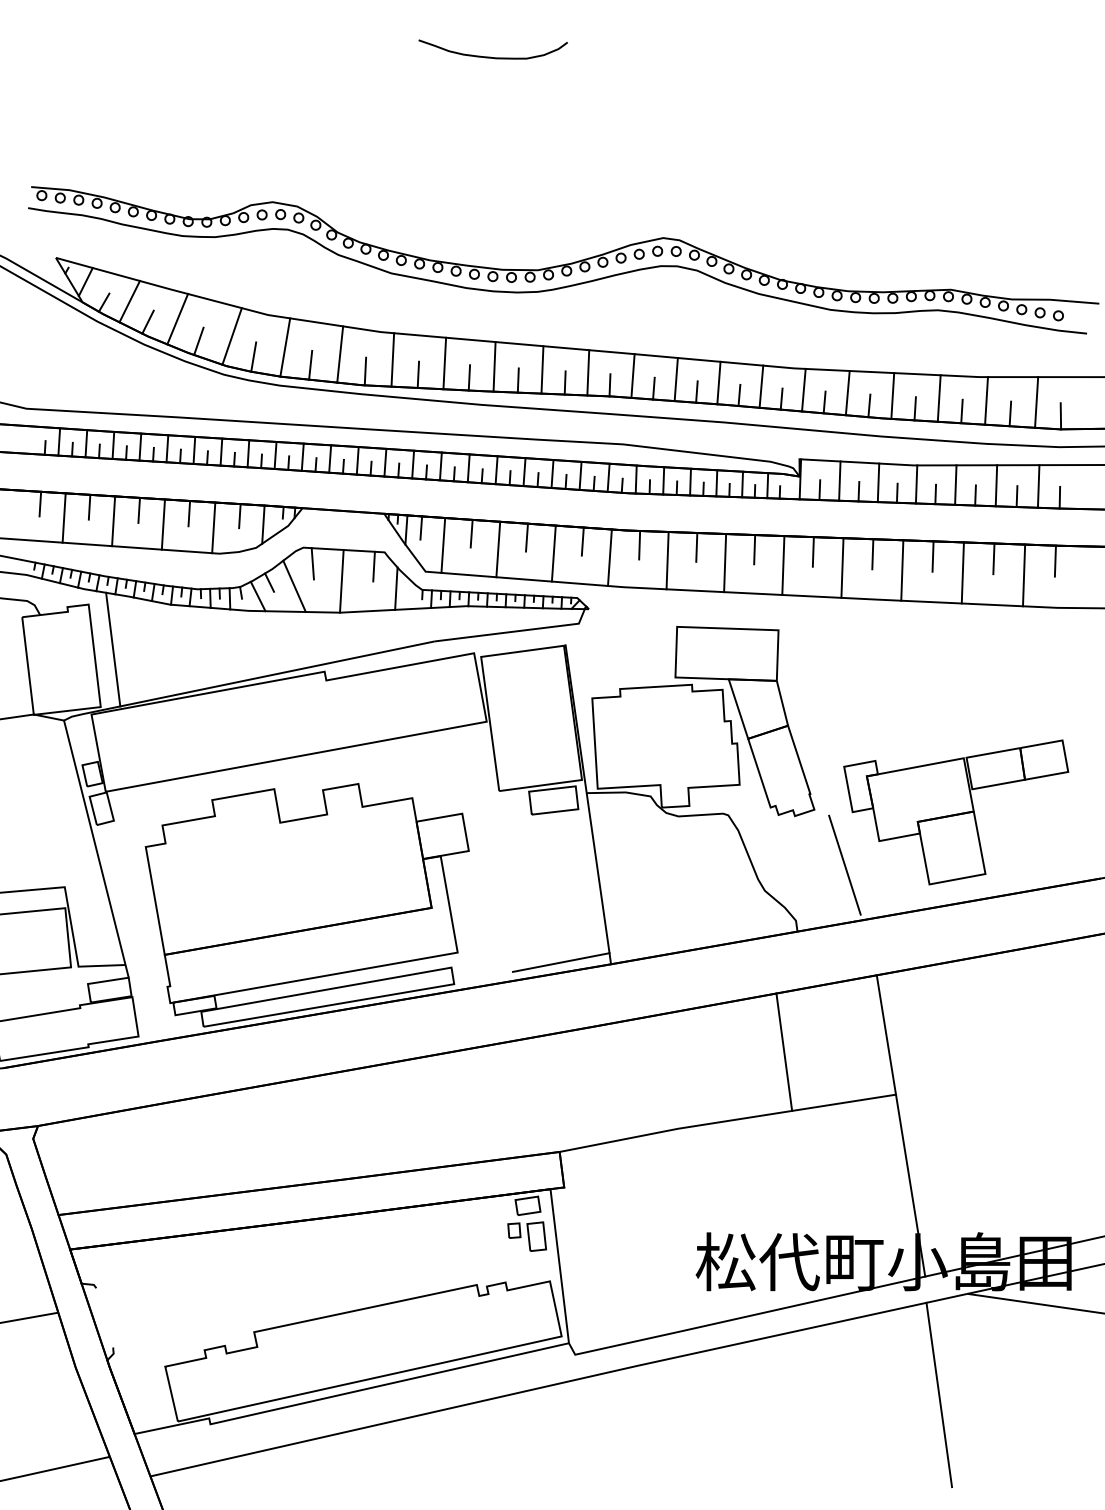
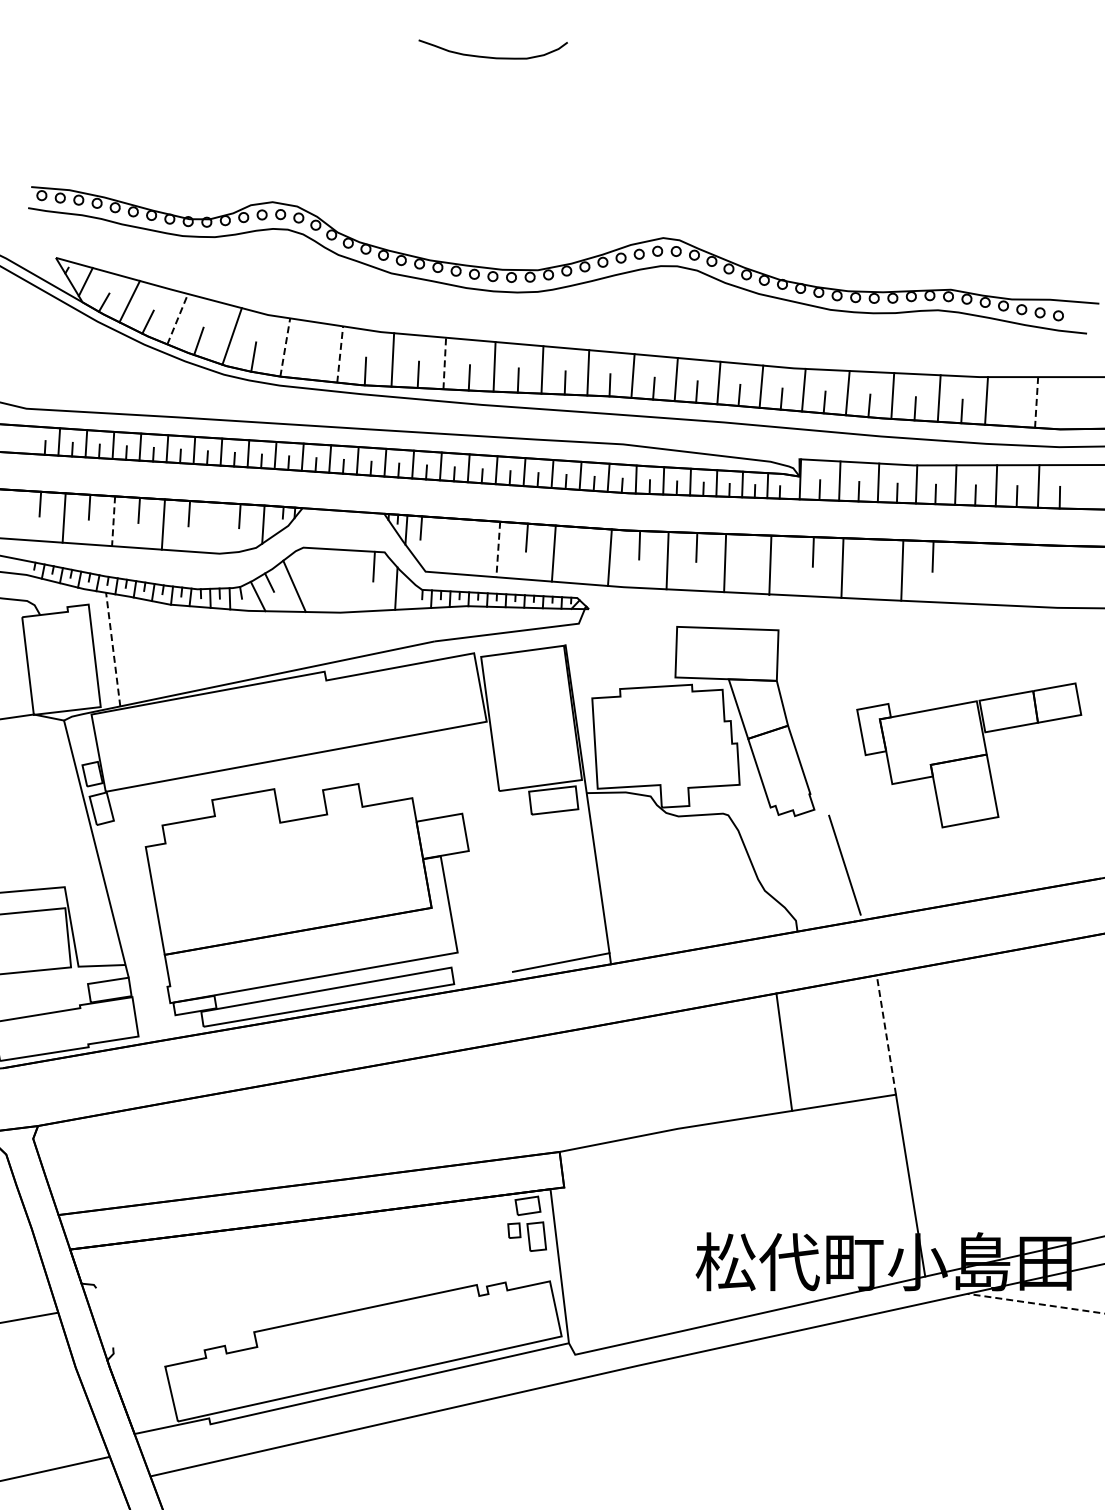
line at (177, 318): solid -> dashed
line at (285, 347): solid -> dashed
line at (340, 354): solid -> dashed
line at (444, 363): solid -> dashed
line at (310, 364): present -> none
line at (1036, 401): solid -> dashed
line at (1010, 413): present -> none
line at (1060, 416): present -> none
line at (113, 521): solid -> dashed
line at (213, 527): present -> none
line at (471, 533): present -> none
line at (582, 541): present -> none
line at (443, 545): present -> none
line at (498, 549): solid -> dashed
line at (754, 549): present -> none
line at (872, 554): present -> none
line at (993, 558): present -> none
line at (1054, 560): present -> none
line at (312, 563): present -> none
line at (783, 565) position: (783, 565) -> (770, 565)
line at (962, 572): present -> none
line at (1023, 575): present -> none
line at (341, 581): present -> none
line at (113, 649): solid -> dashed
part at (956, 812) position: (956, 812) -> (969, 755)
line at (886, 1034): solid -> dashed
line at (1035, 1303): solid -> dashed
line at (939, 1394): present -> none
